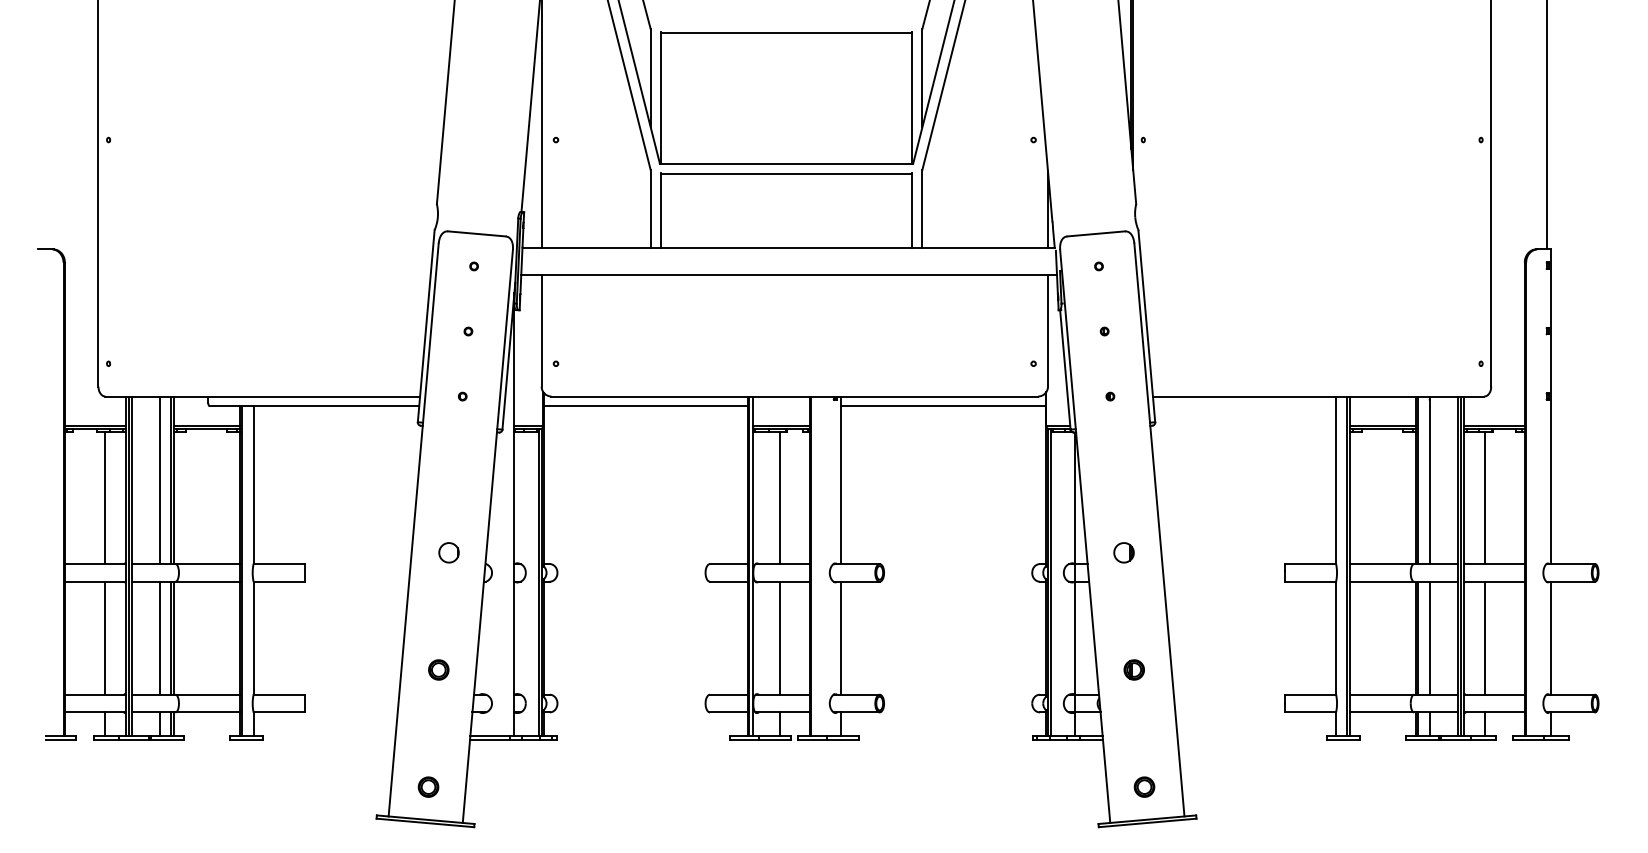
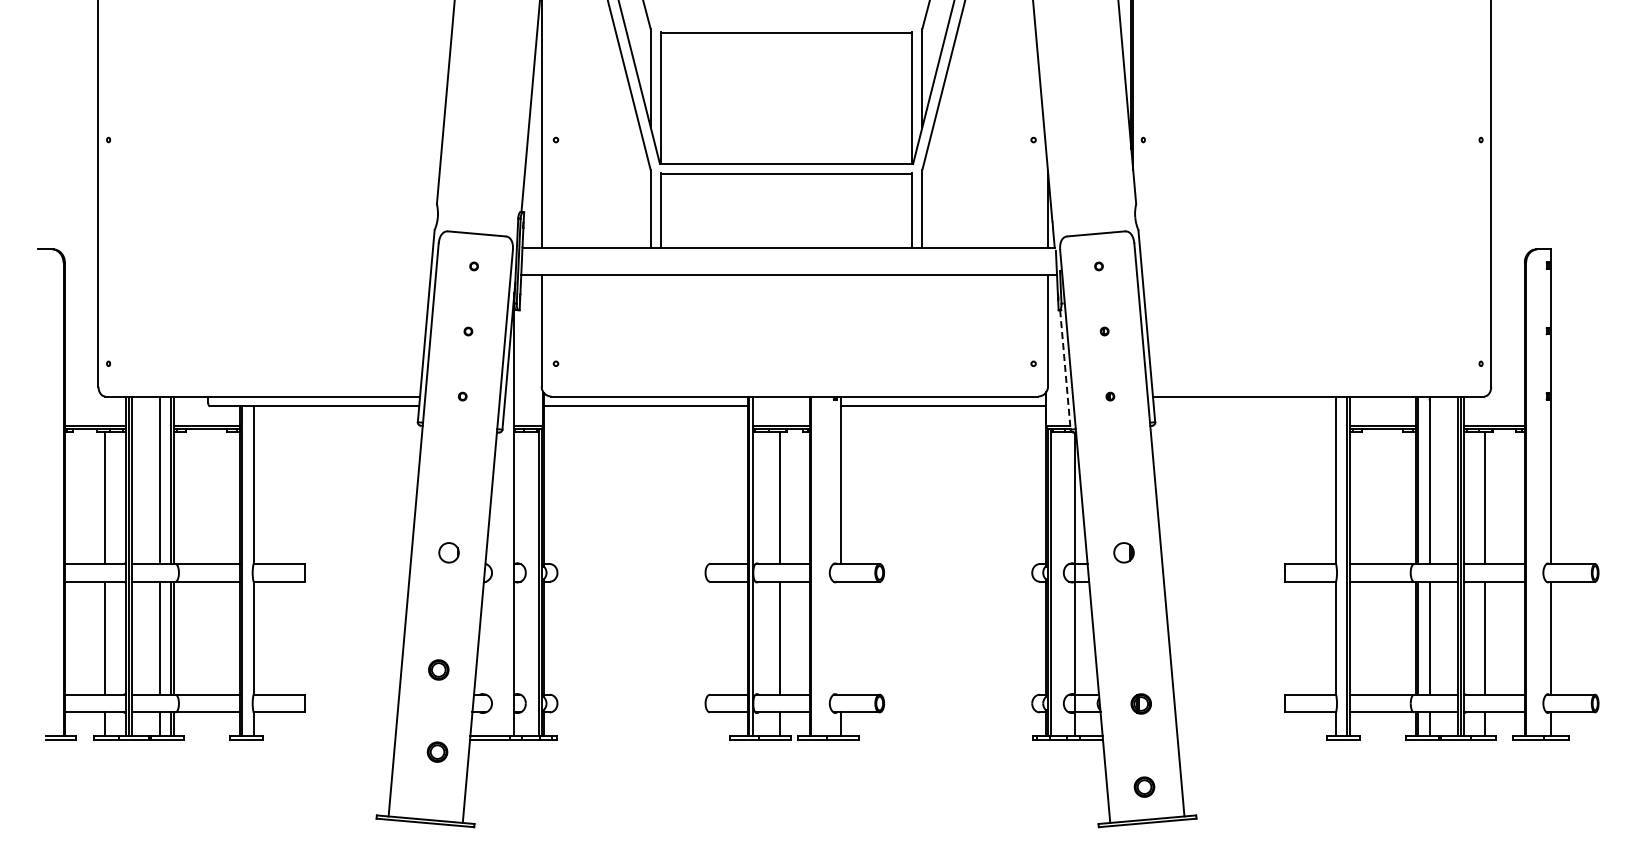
line at (1547, 125): present -> none
line at (1065, 369): solid -> dashed
line at (841, 637): present -> none
part at (1133, 669) position: (1133, 669) -> (1140, 703)
part at (428, 786) position: (428, 786) -> (437, 751)
